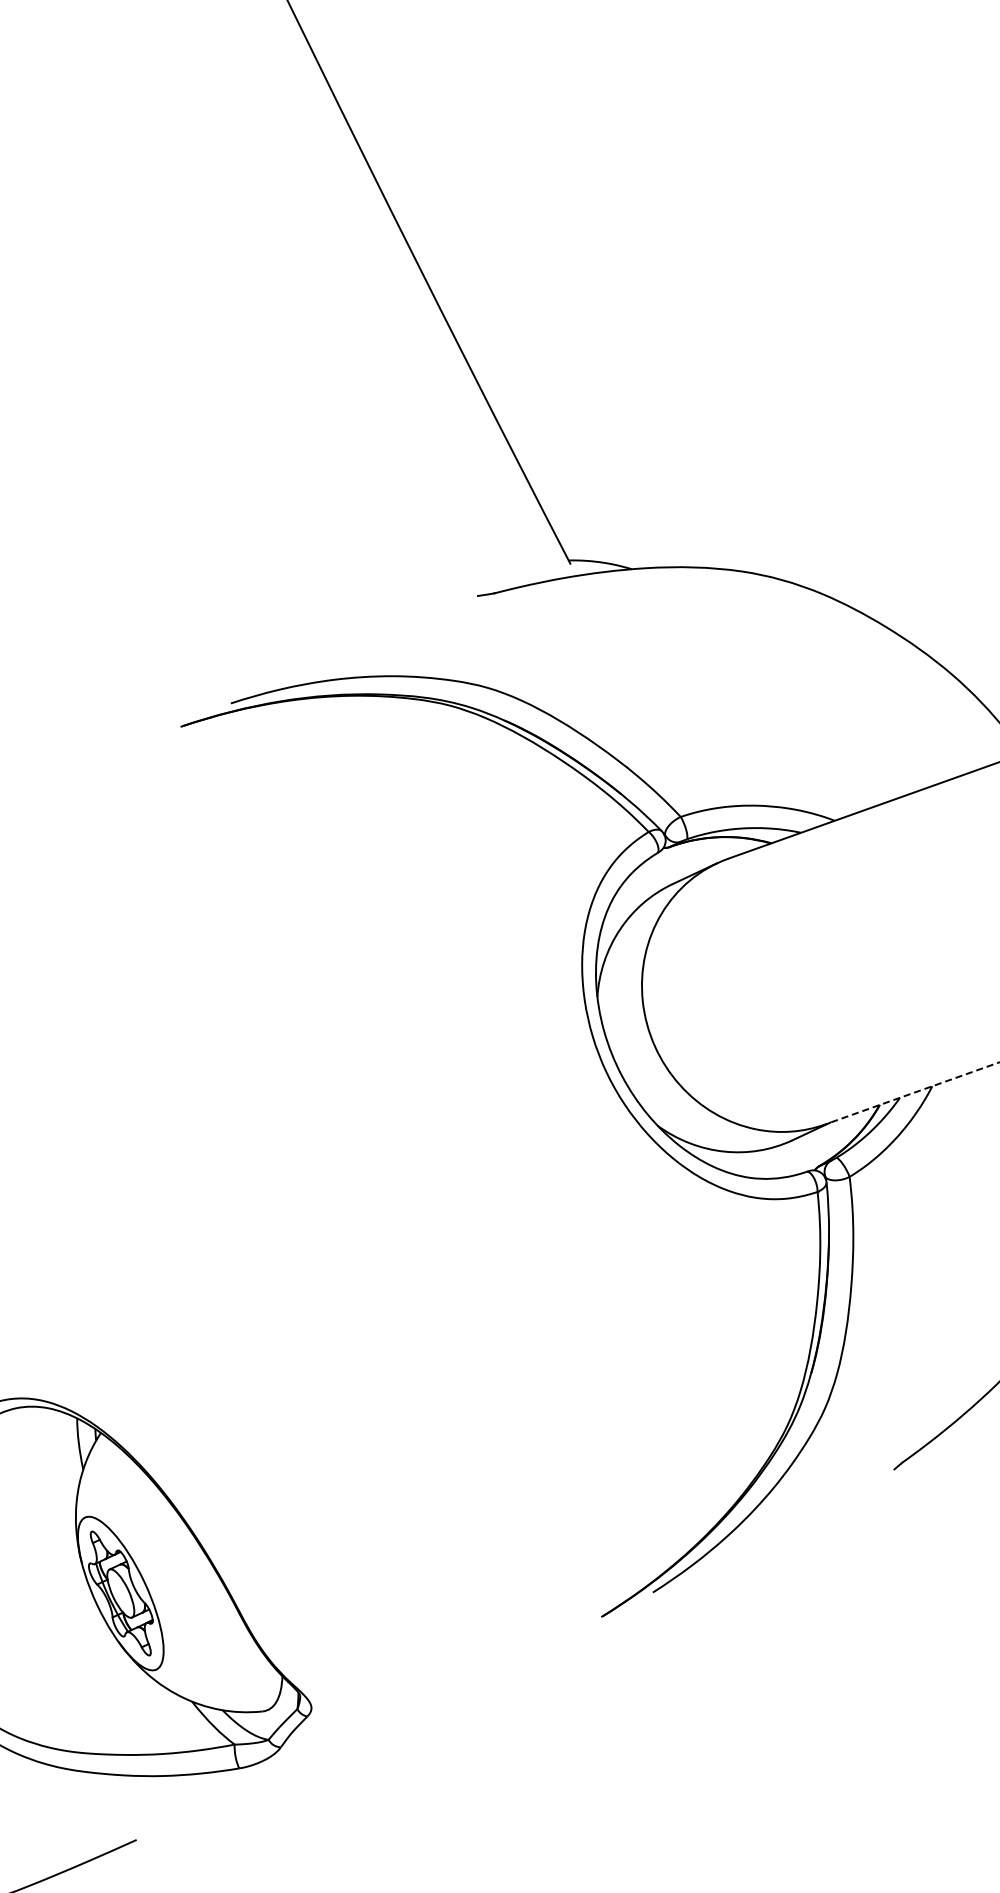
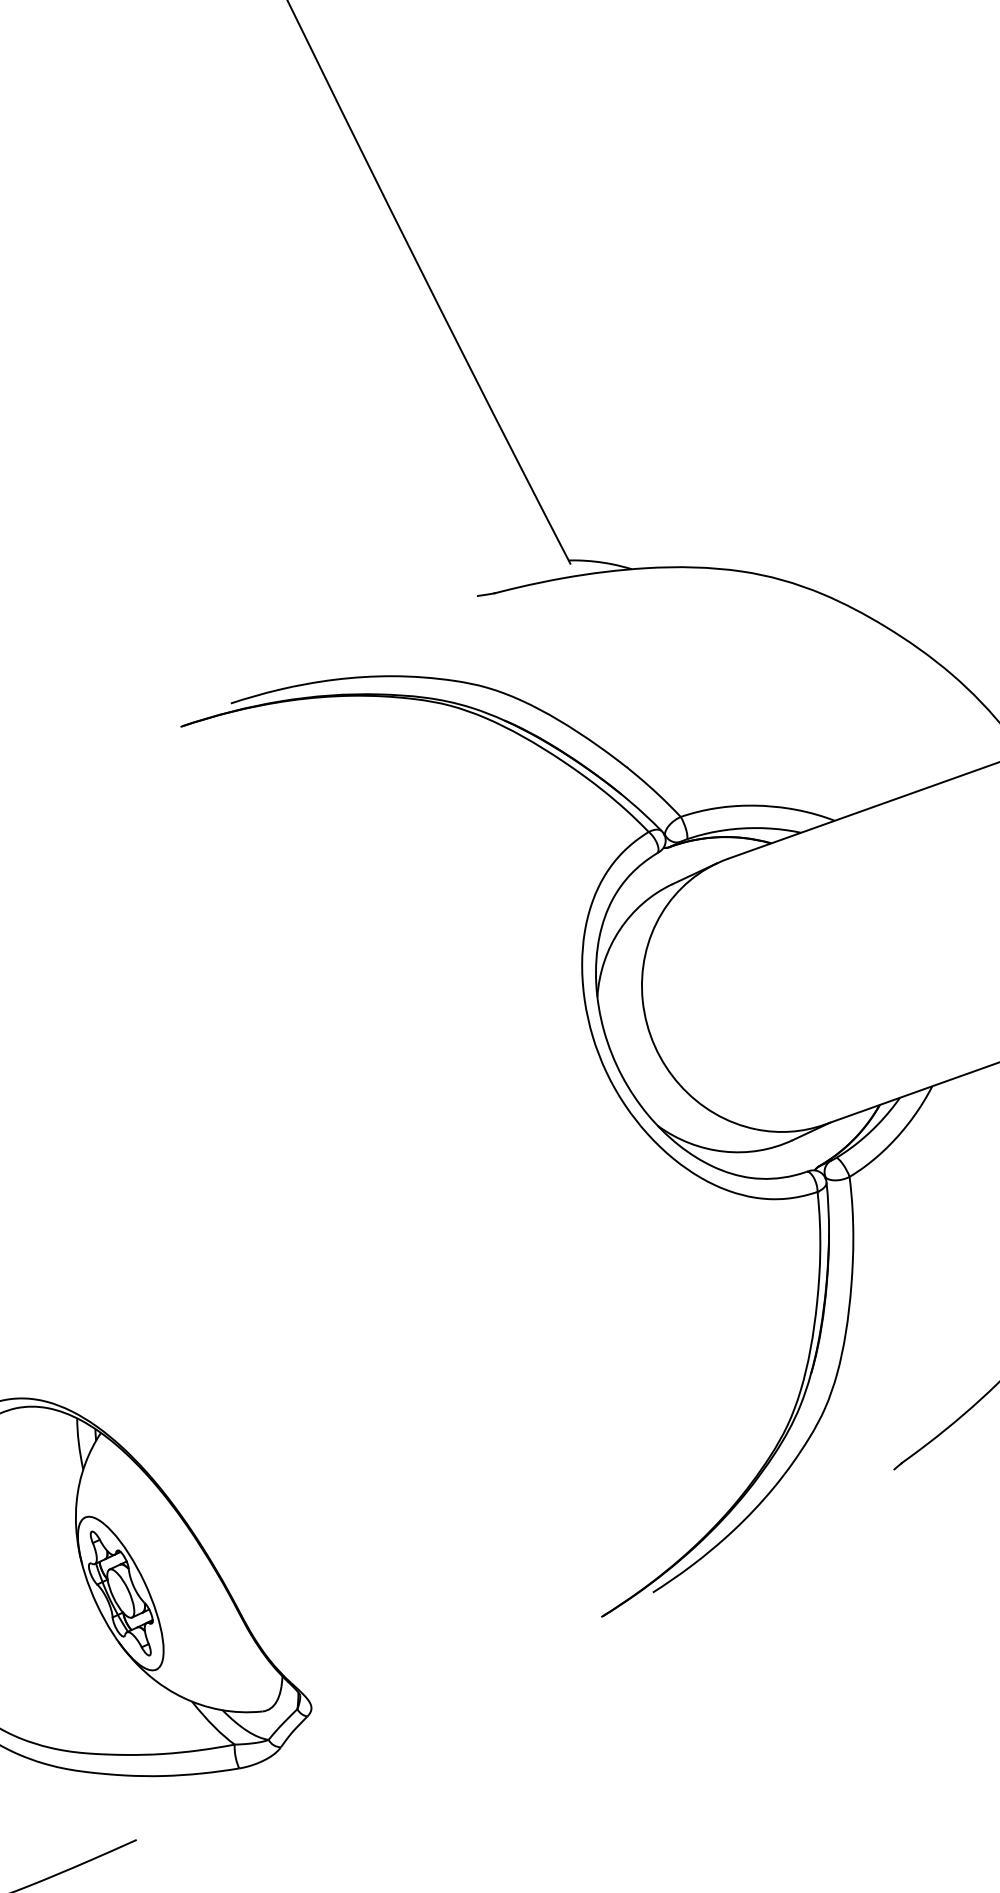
line at (912, 1093): dashed -> solid
